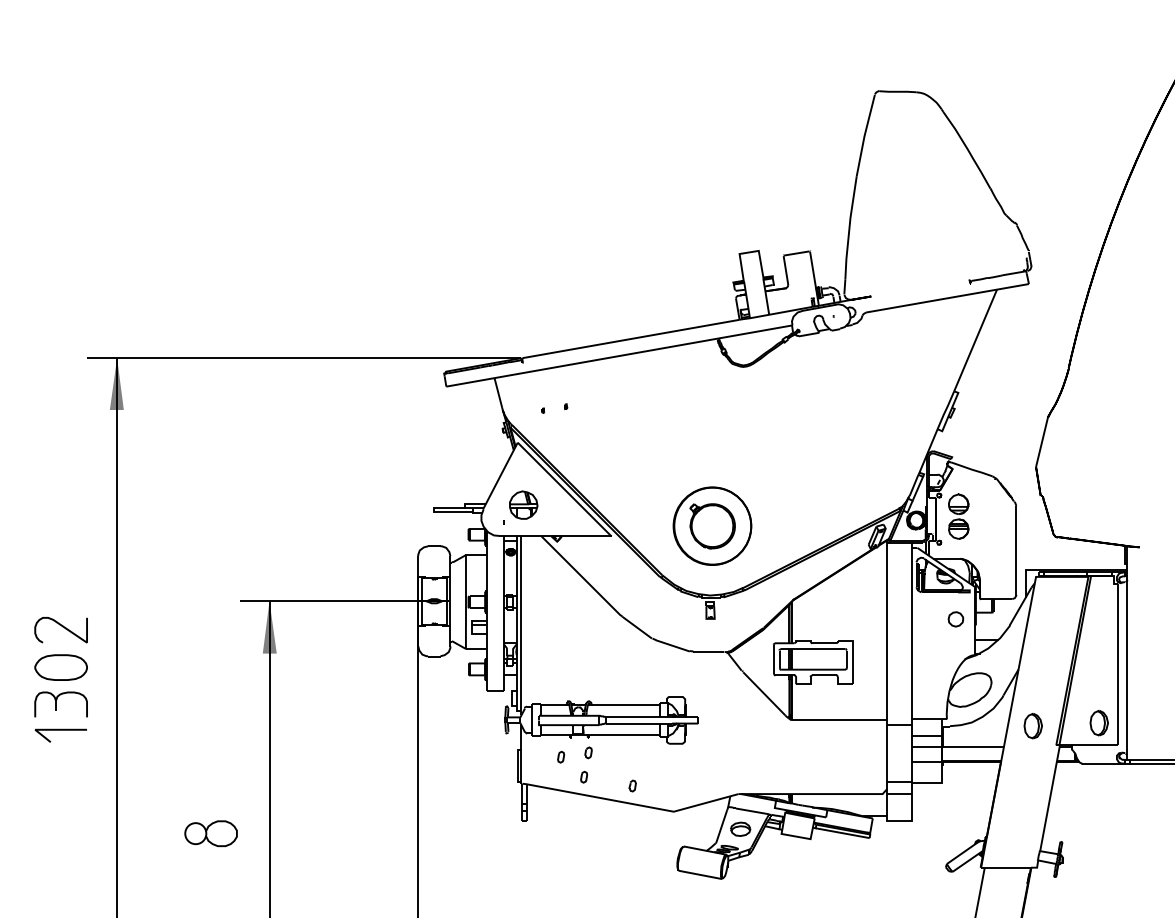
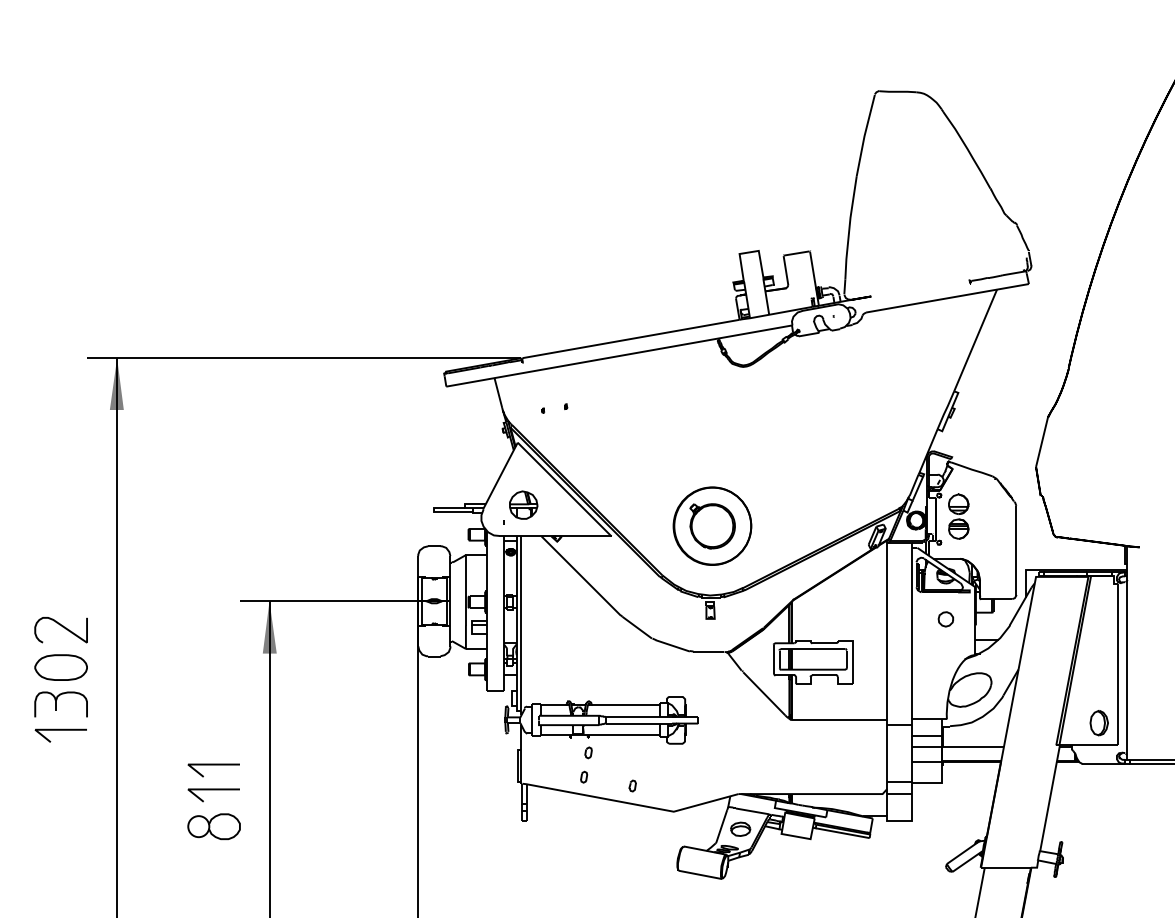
part at (955, 619) position: (955, 619) -> (945, 619)
part at (1032, 726): present -> none
part at (561, 756): present -> none
line at (213, 765): none -> present
line at (213, 790): none -> present
part at (210, 833) position: (210, 833) -> (213, 826)
